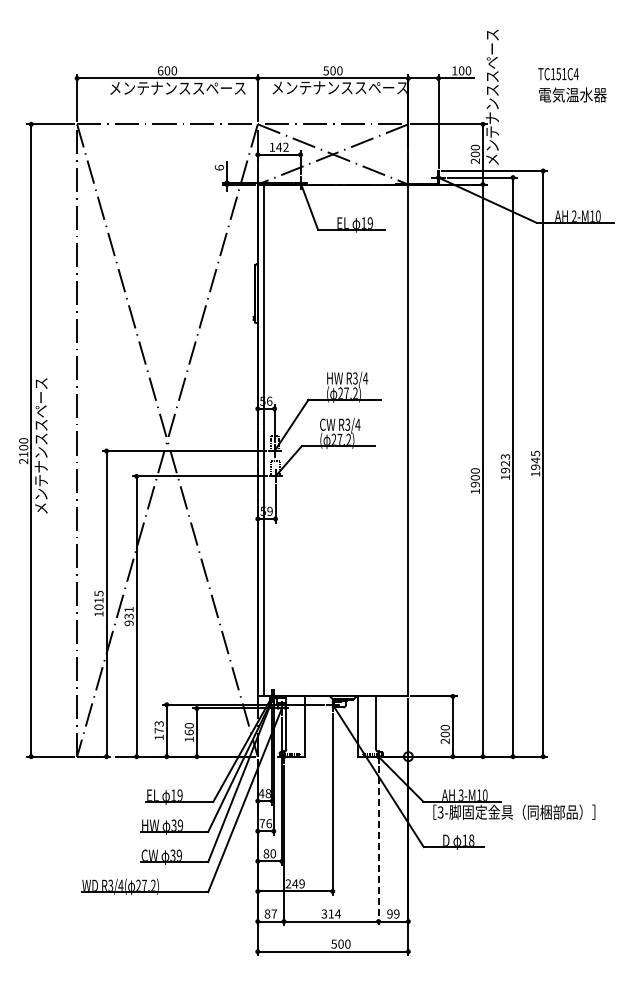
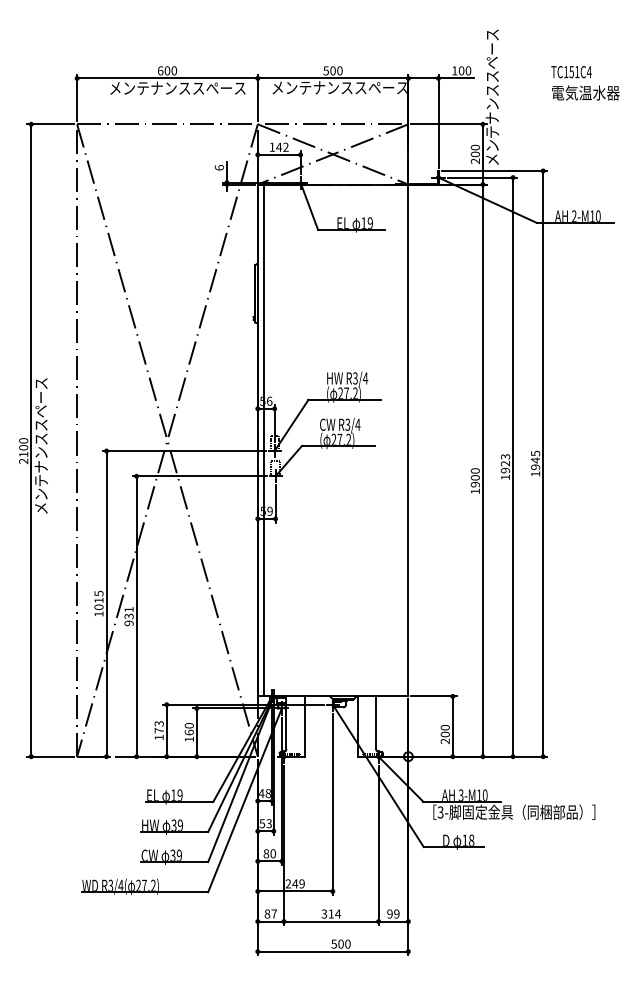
text at (572, 85) position: (572, 85) -> (585, 83)
text at (265, 823): 76 -> 53
line at (378, 845): dashed -> solid
